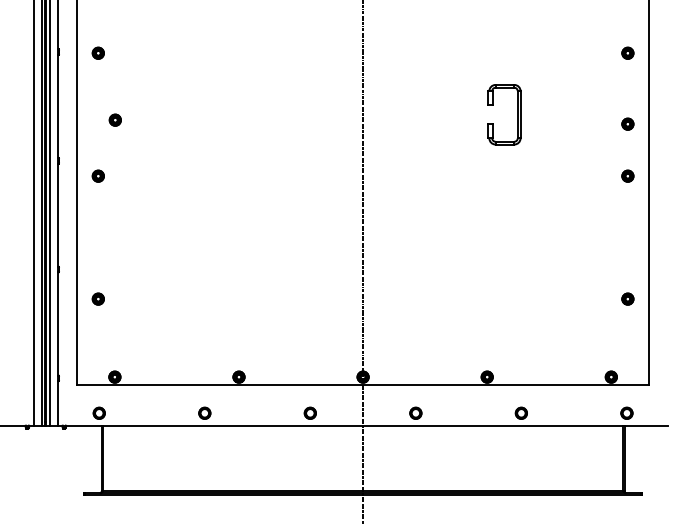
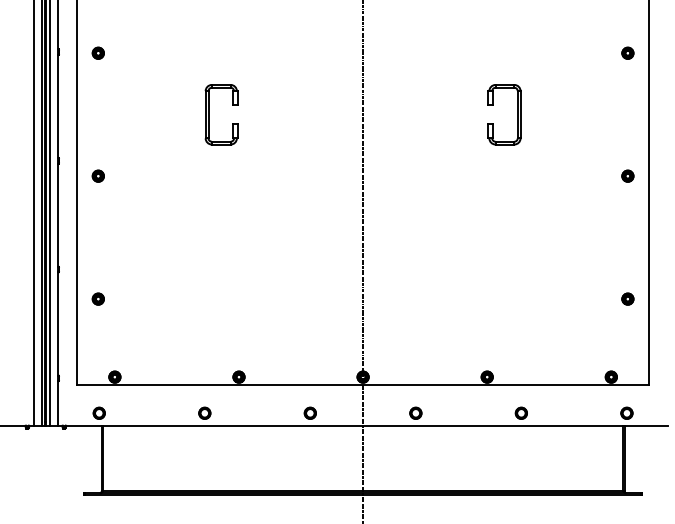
part at (209, 114): none -> present
part at (114, 119): present -> none
part at (627, 123): present -> none
